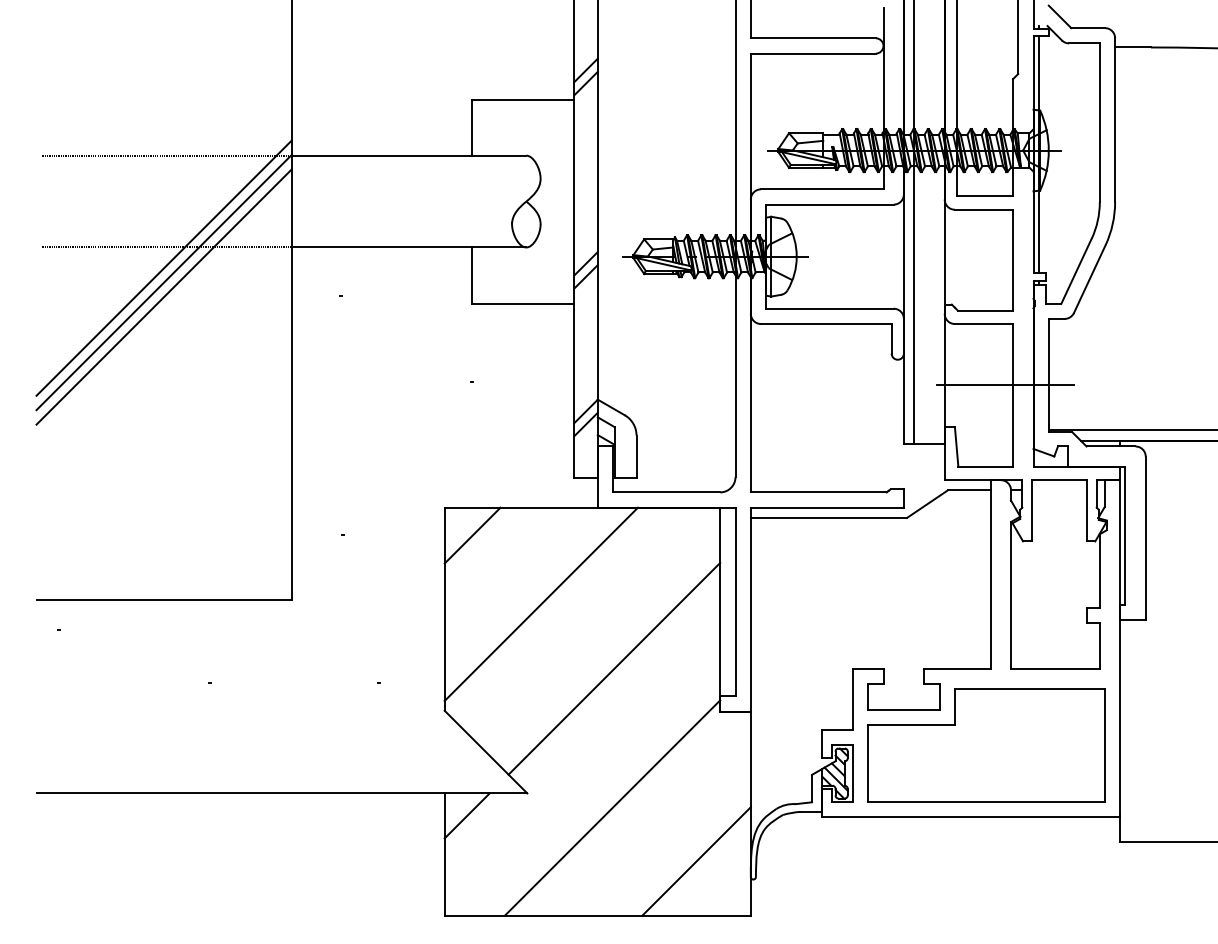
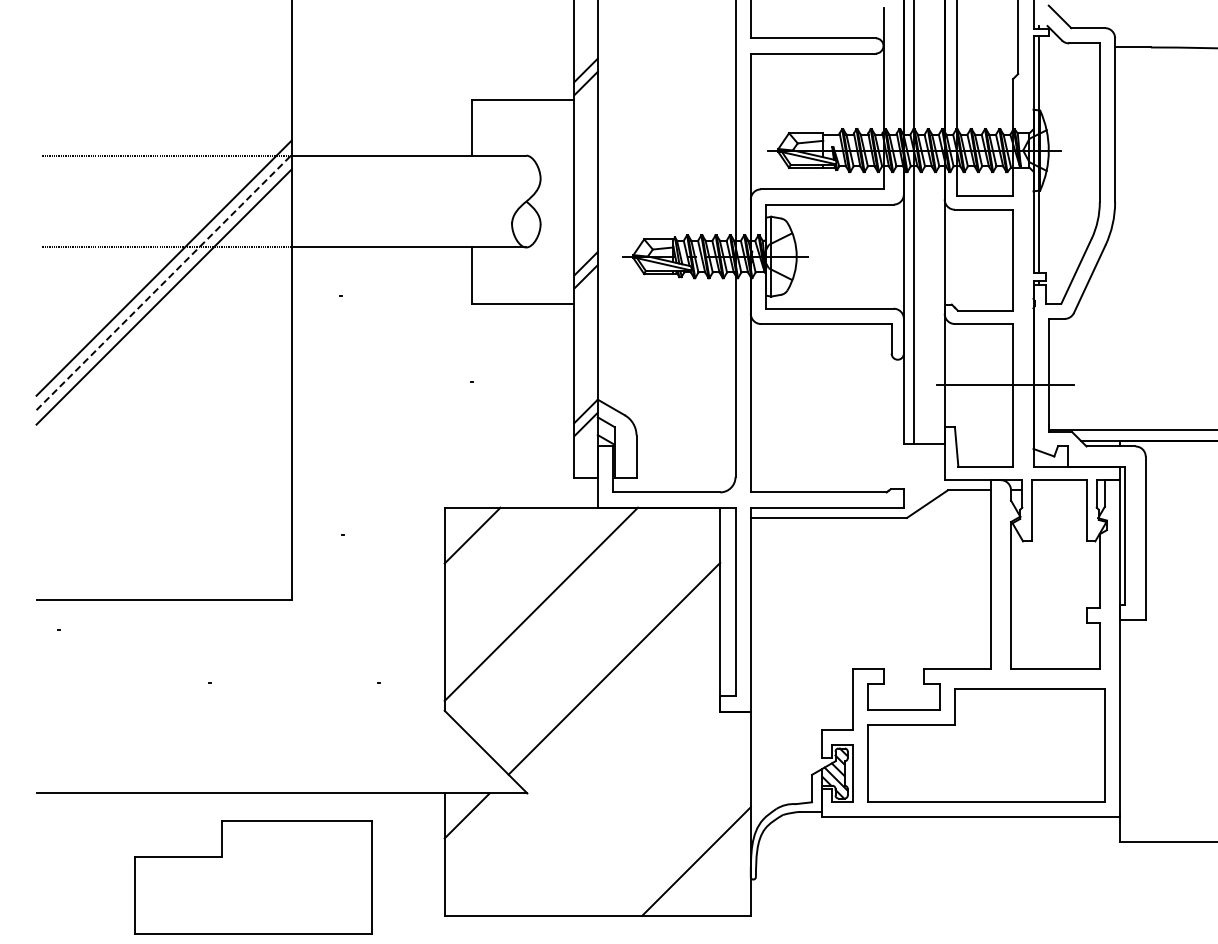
line at (164, 282): solid -> dashed
line at (612, 807): present -> none
part at (253, 877): none -> present
